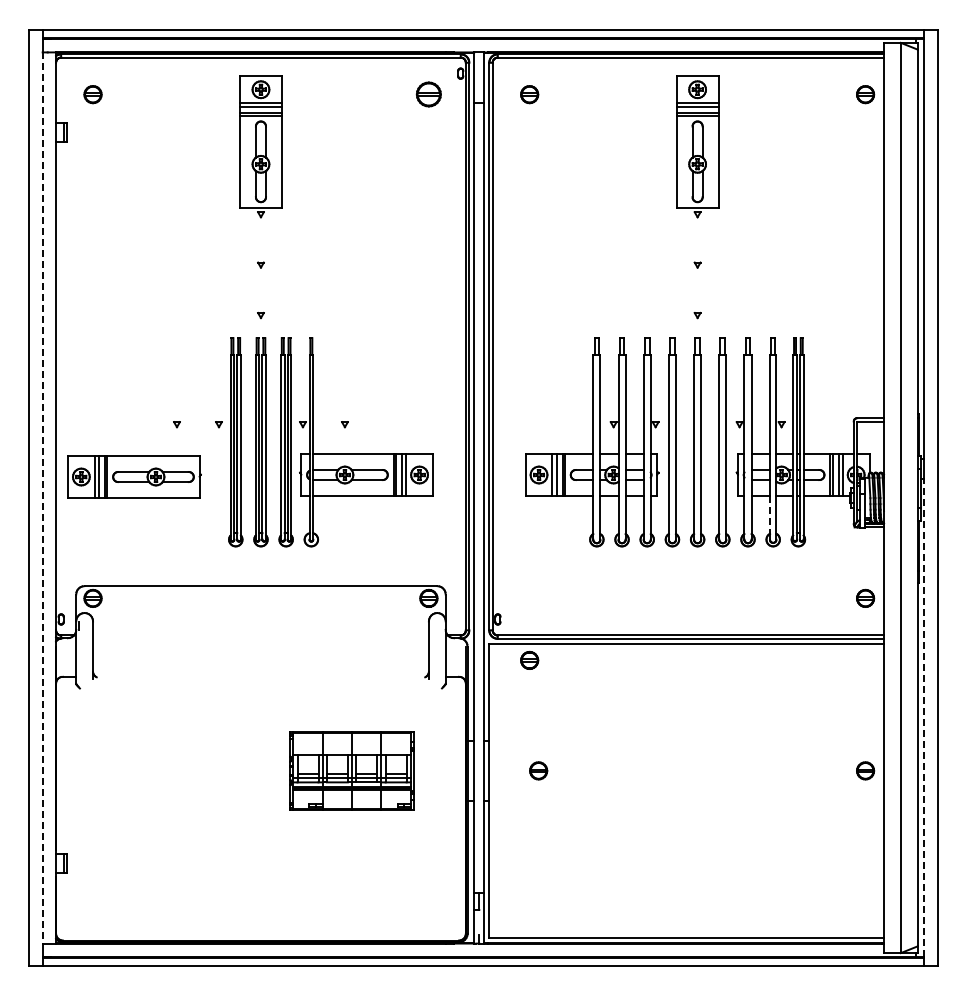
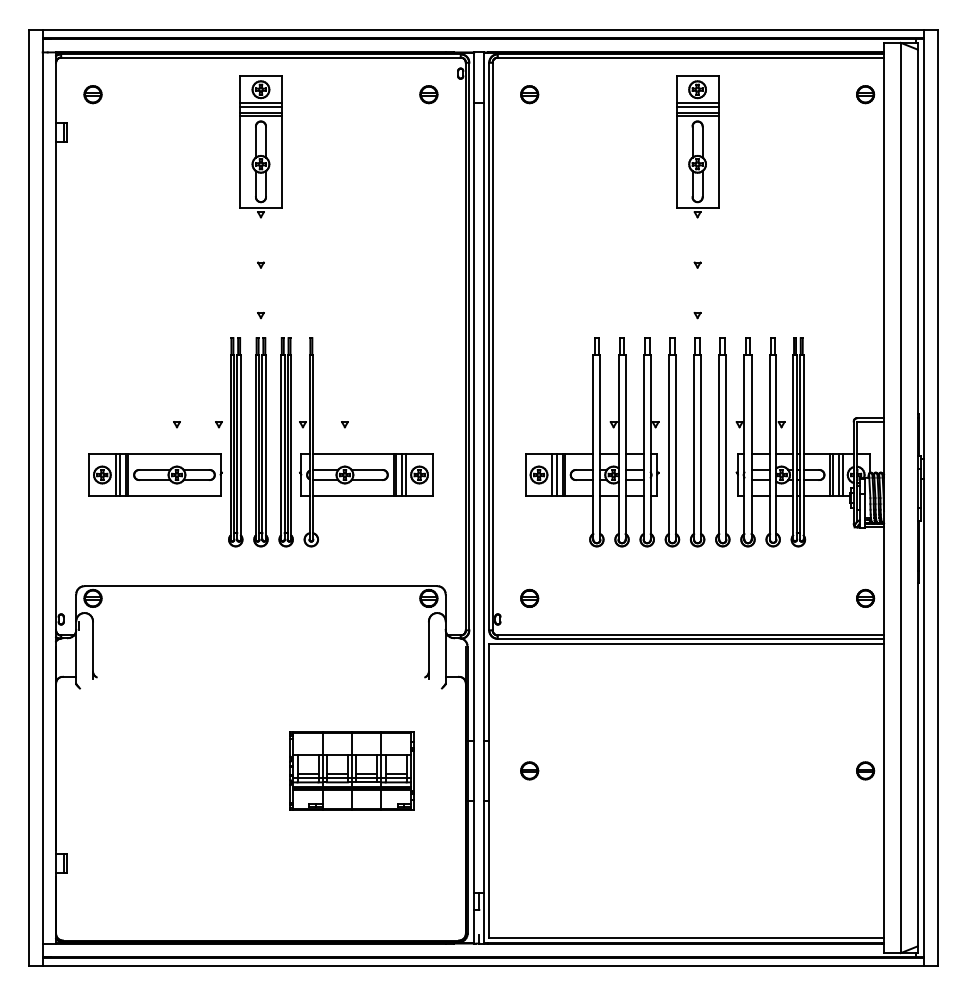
part at (428, 94) size: 27x27 px -> 20x20 px
part at (134, 476) position: (134, 476) -> (155, 474)
line at (42, 498): dashed -> solid
line at (770, 514): dashed -> solid
part at (529, 659) position: (529, 659) -> (529, 597)
line at (924, 718): dashed -> solid
part at (538, 770) position: (538, 770) -> (529, 770)
